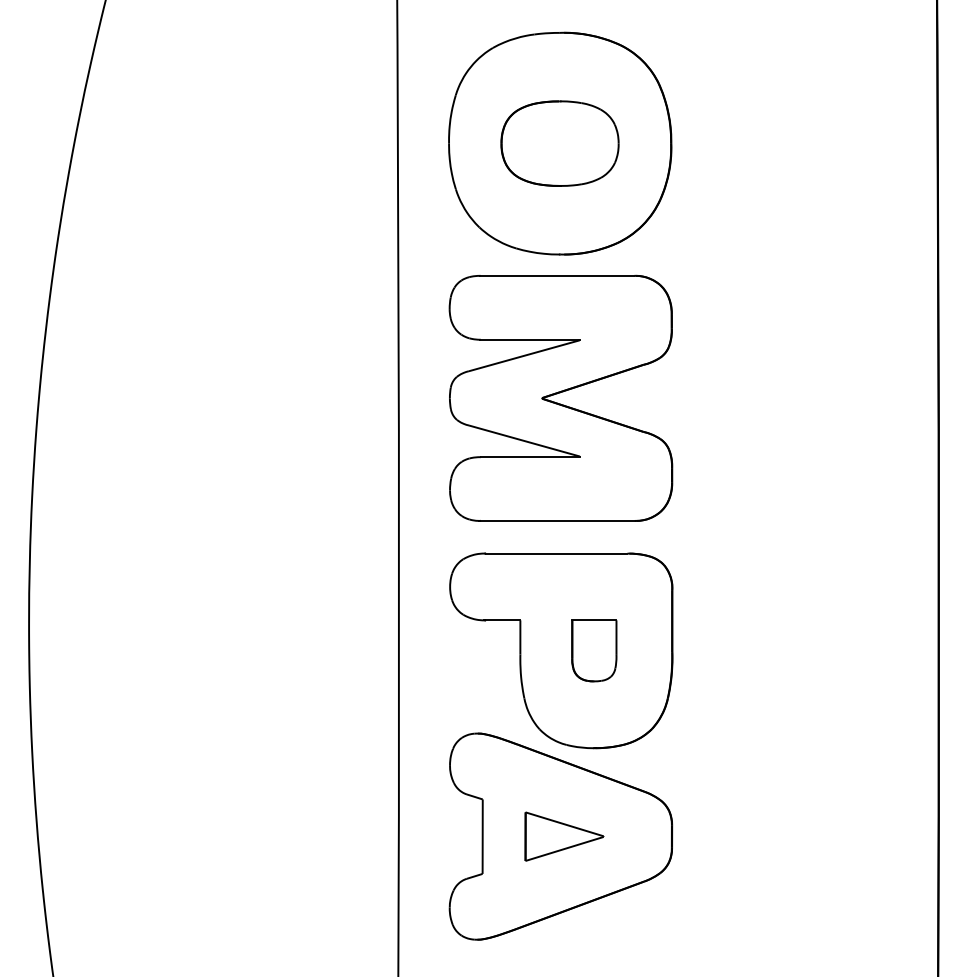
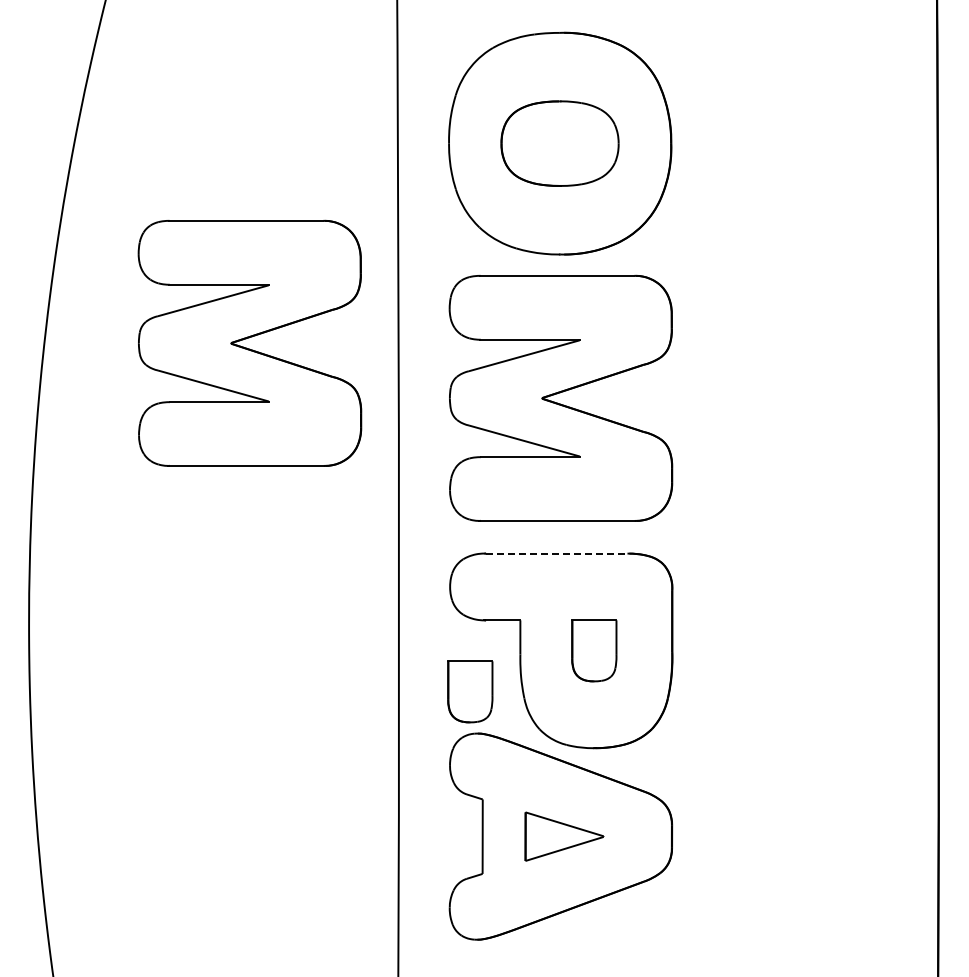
part at (249, 342): none -> present
line at (556, 553): solid -> dashed
part at (470, 691): none -> present
